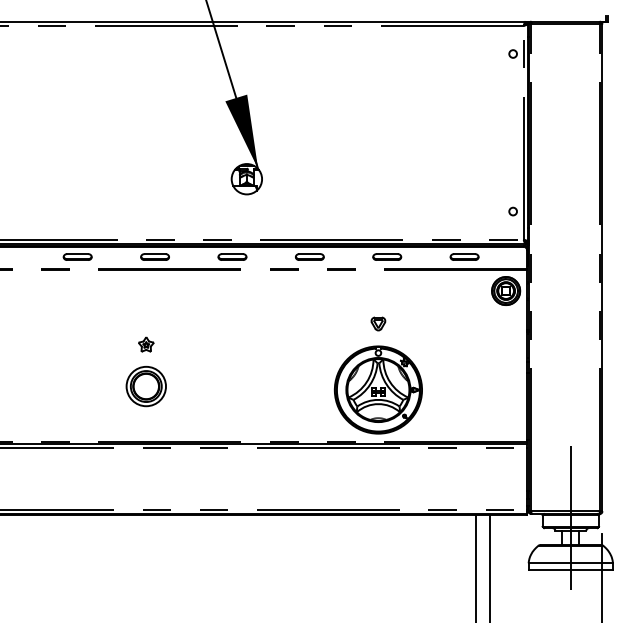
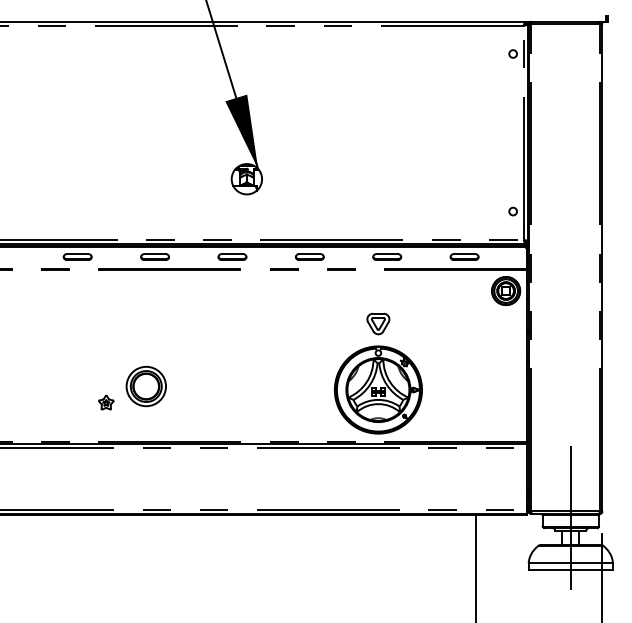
part at (378, 323) size: 17x16 px -> 25x24 px
part at (146, 344) position: (146, 344) -> (106, 402)
line at (489, 566): present -> none
